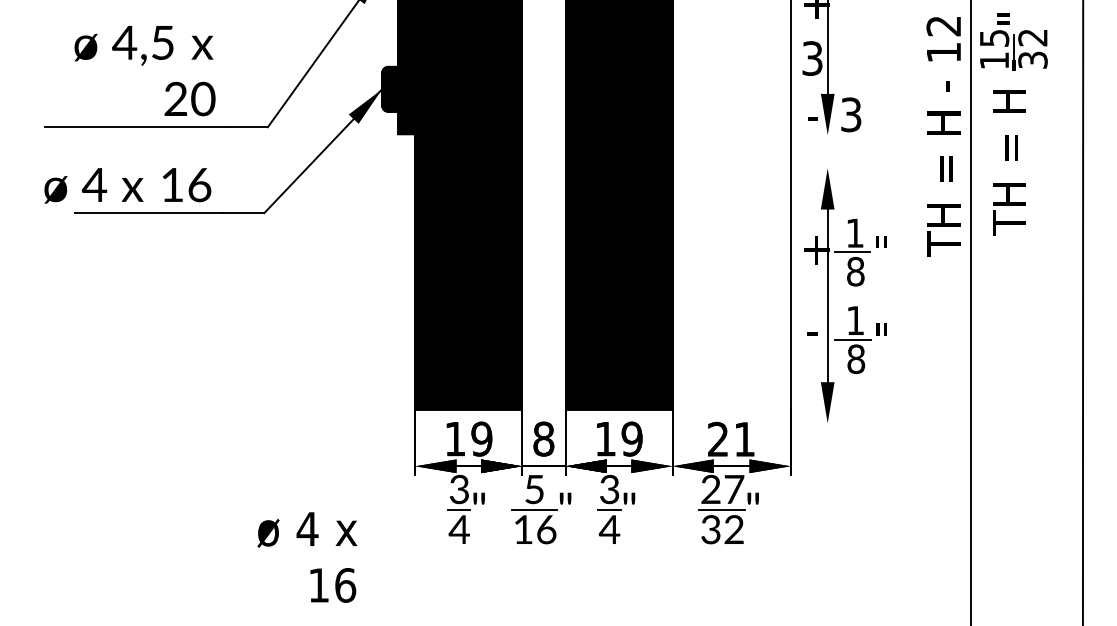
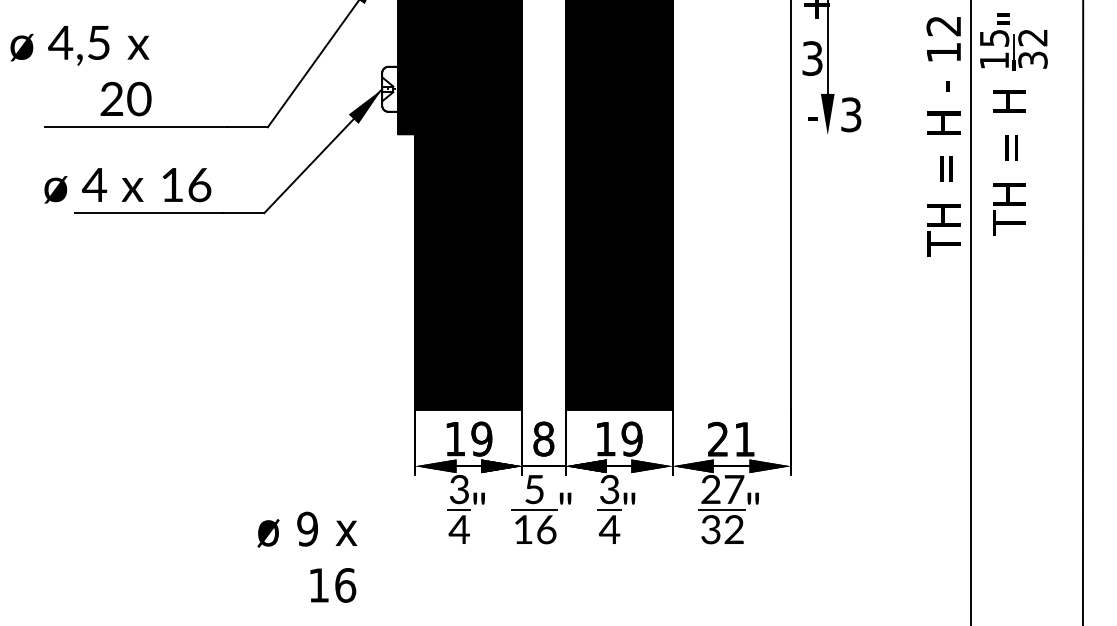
text at (144, 71) position: (144, 71) -> (80, 71)
fill at (390, 88): present -> none
part at (850, 285): present -> none
text at (307, 528): 4 -> 9
